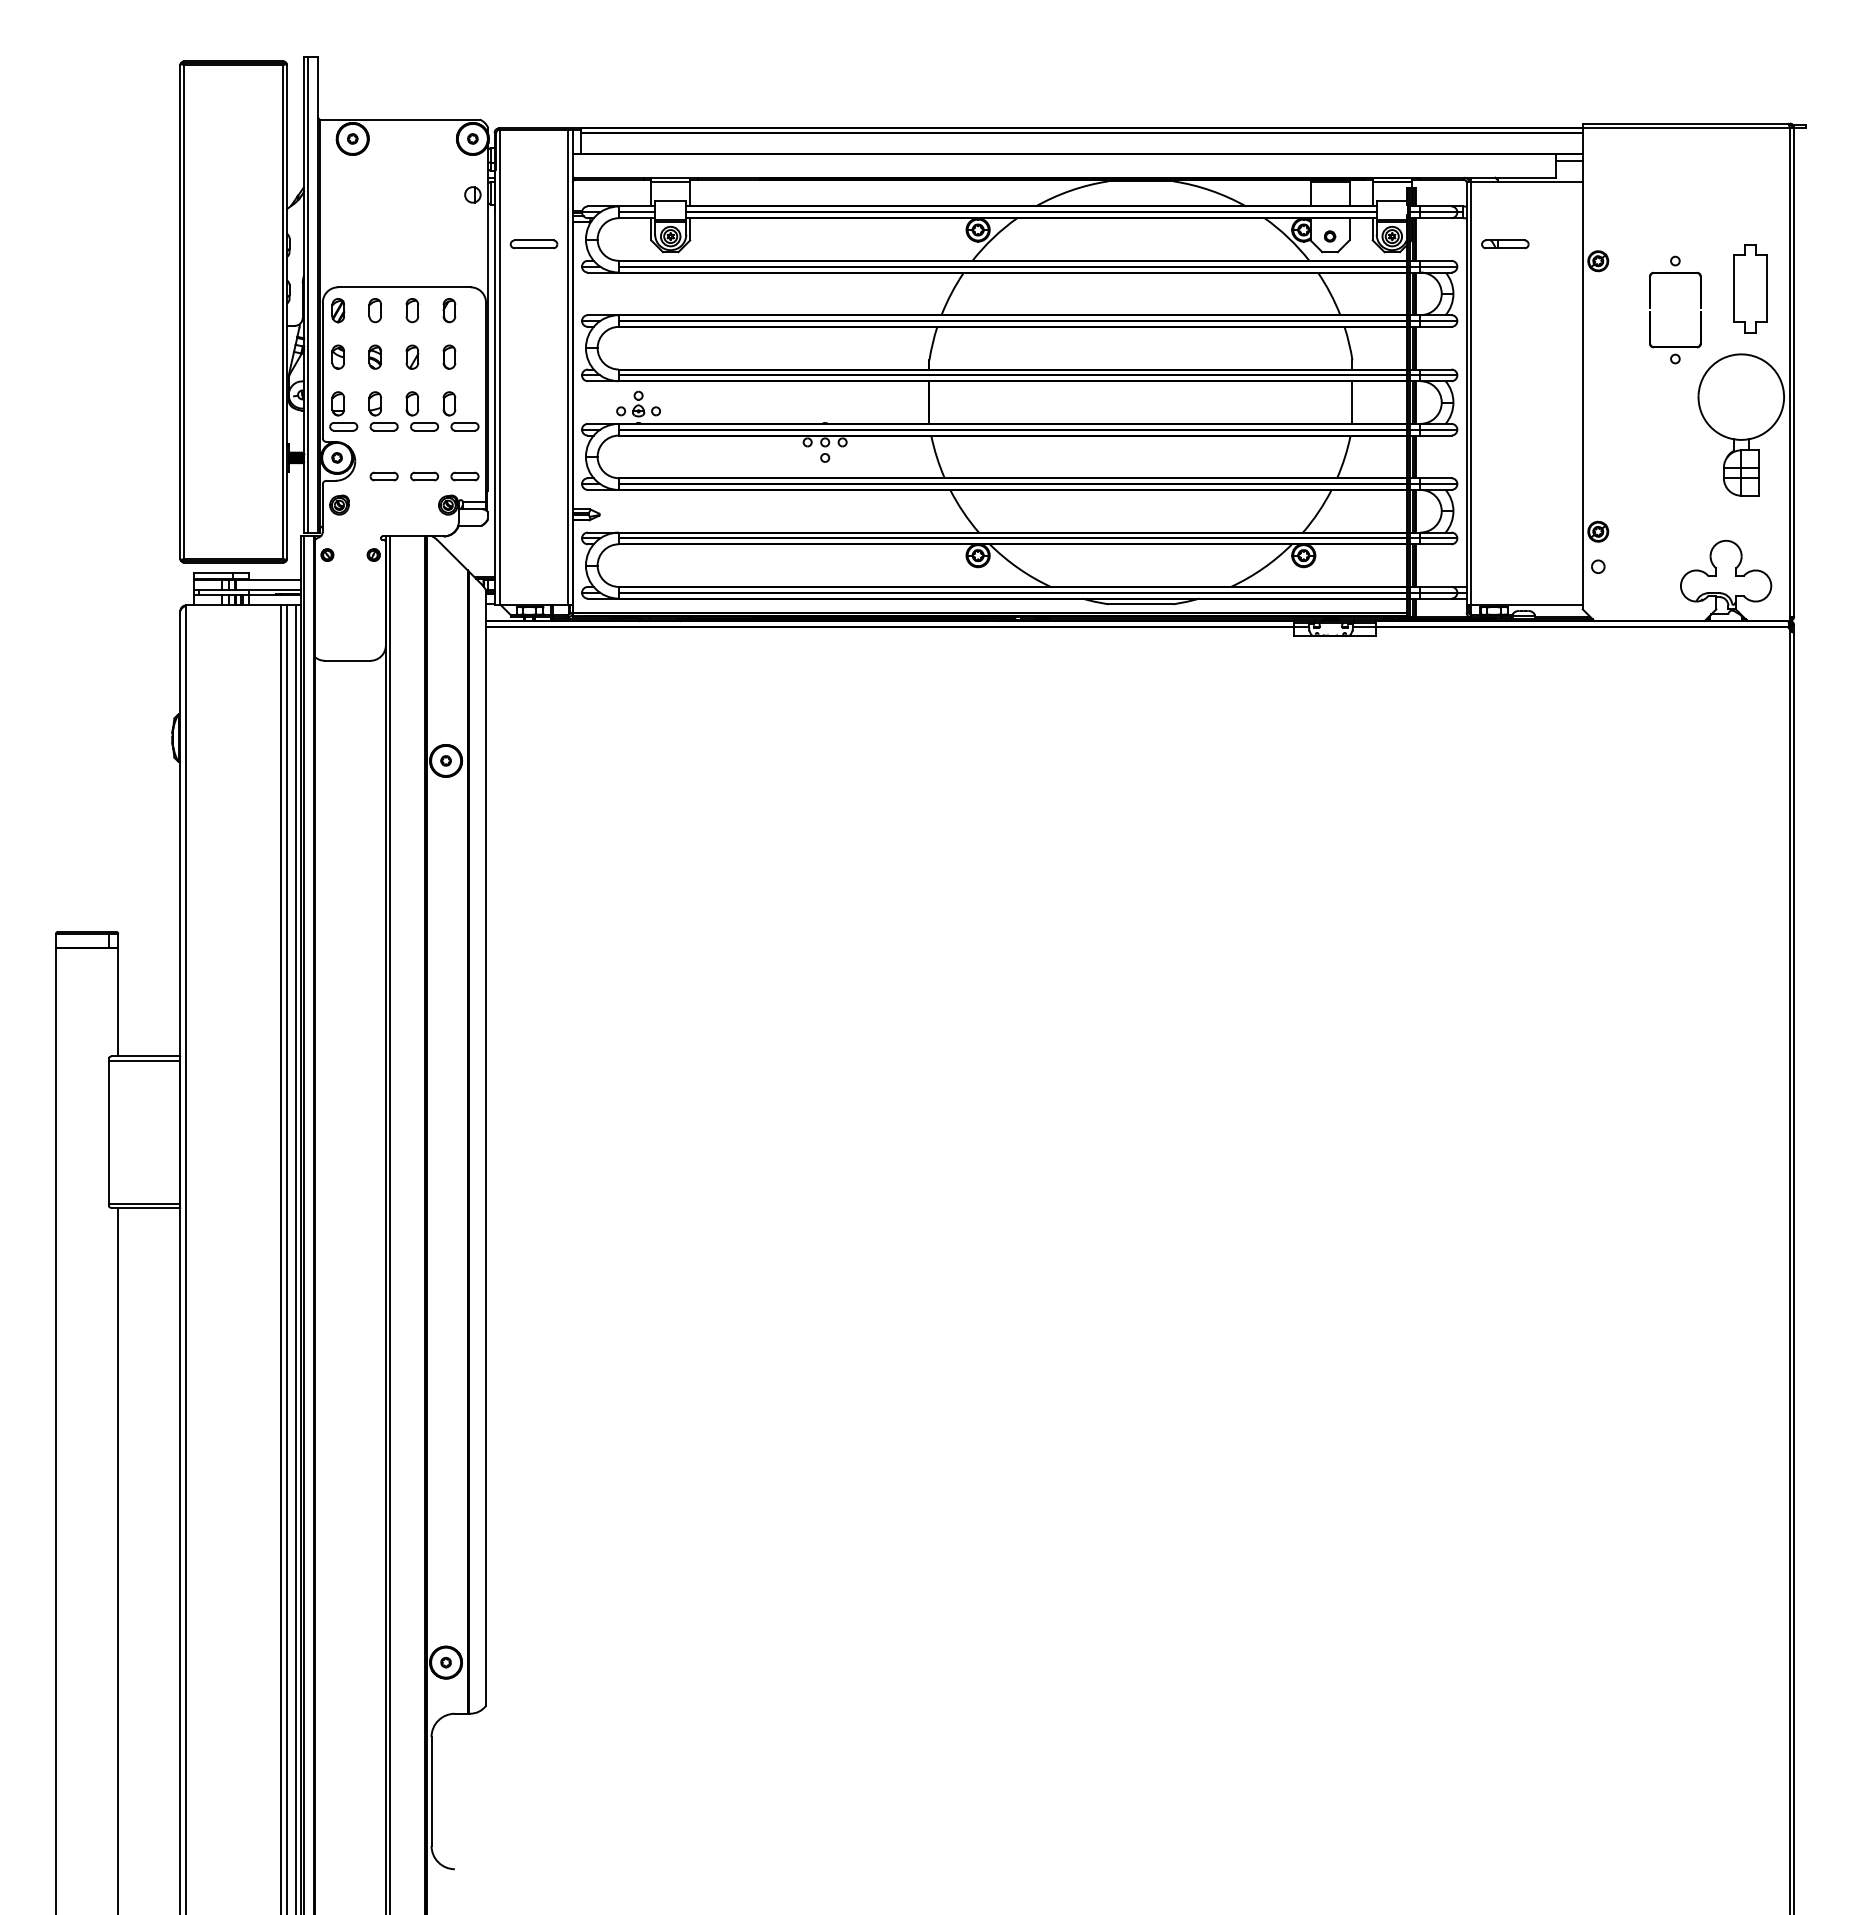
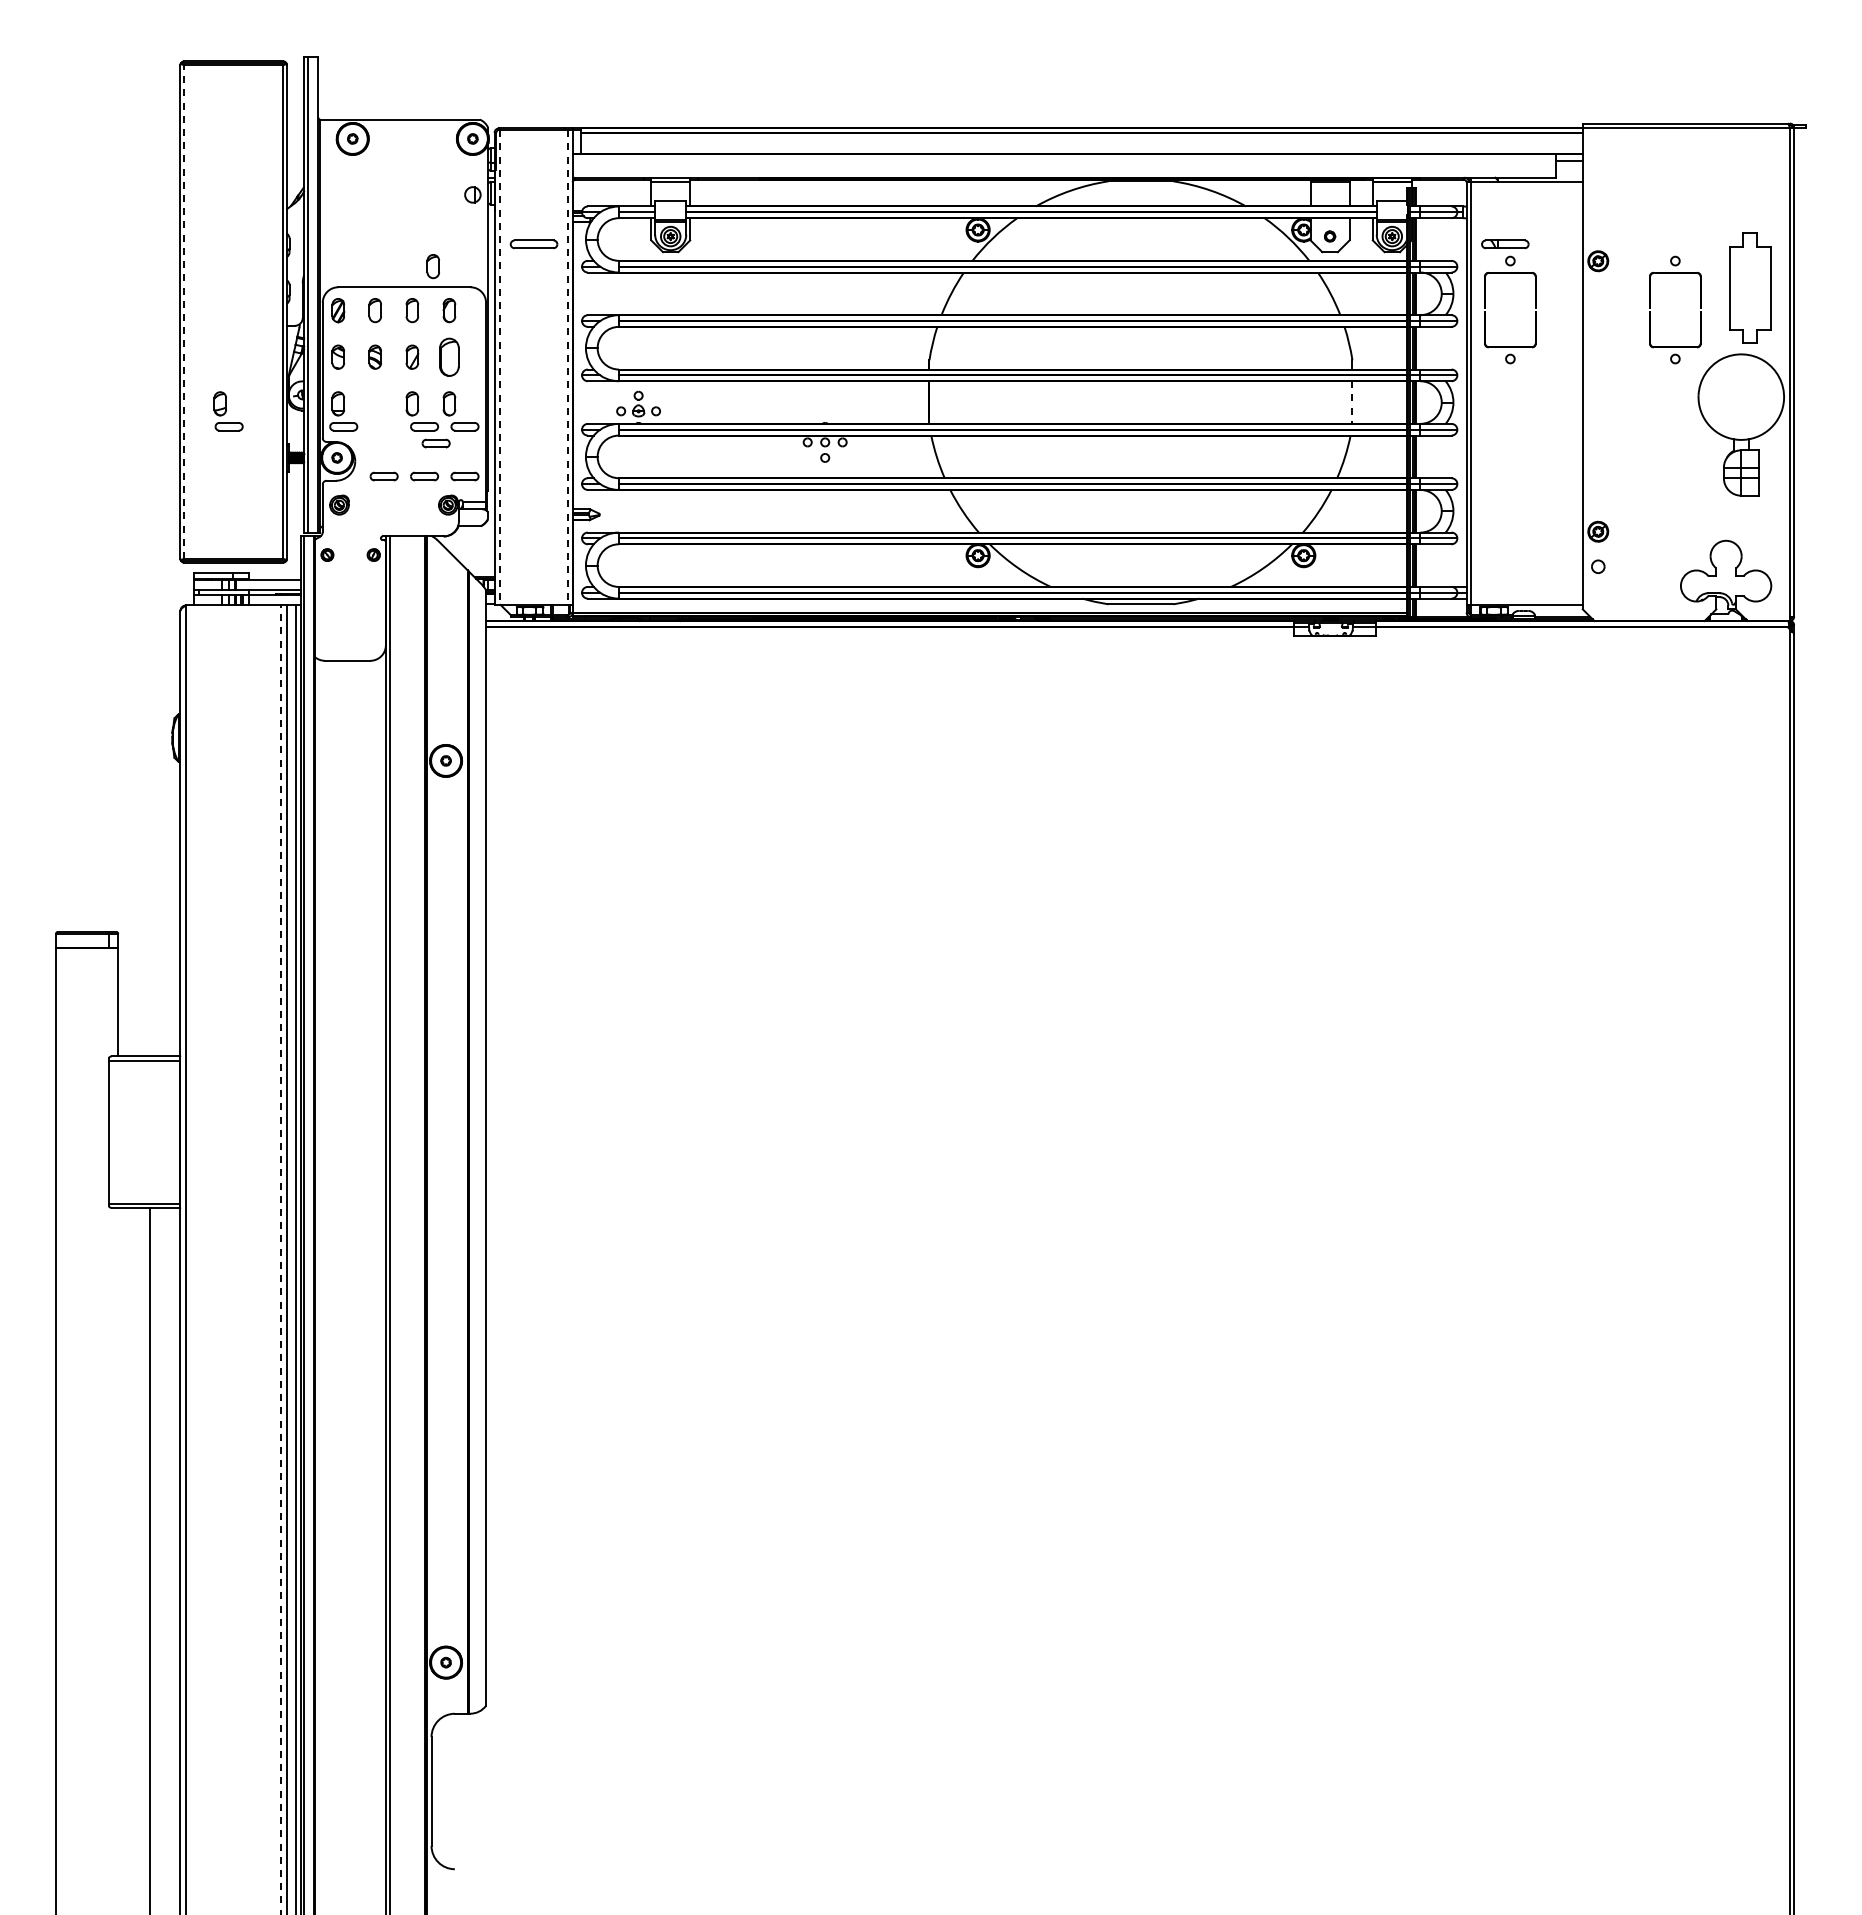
part at (432, 266): none -> present
part at (1750, 288) size: 35x90 px -> 43x112 px
part at (1485, 308): none -> present
line at (184, 312): solid -> dashed
part at (449, 356) size: 15x26 px -> 21x40 px
line at (499, 368): solid -> dashed
line at (568, 368): solid -> dashed
line at (1352, 403): solid -> dashed
part at (383, 411) position: (383, 411) -> (228, 411)
part at (435, 443): none -> present
line at (281, 1259): solid -> dashed
line at (118, 1559) position: (118, 1559) -> (150, 1559)
